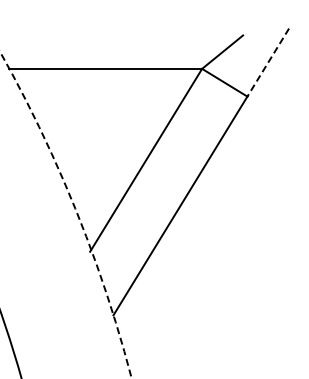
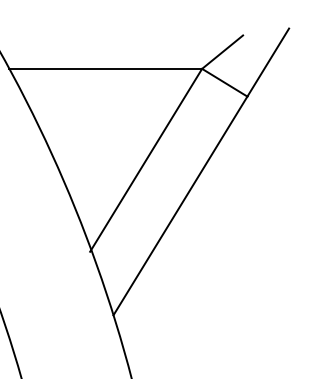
line at (268, 62): dashed -> solid
arc at (76, 212): dashed -> solid
